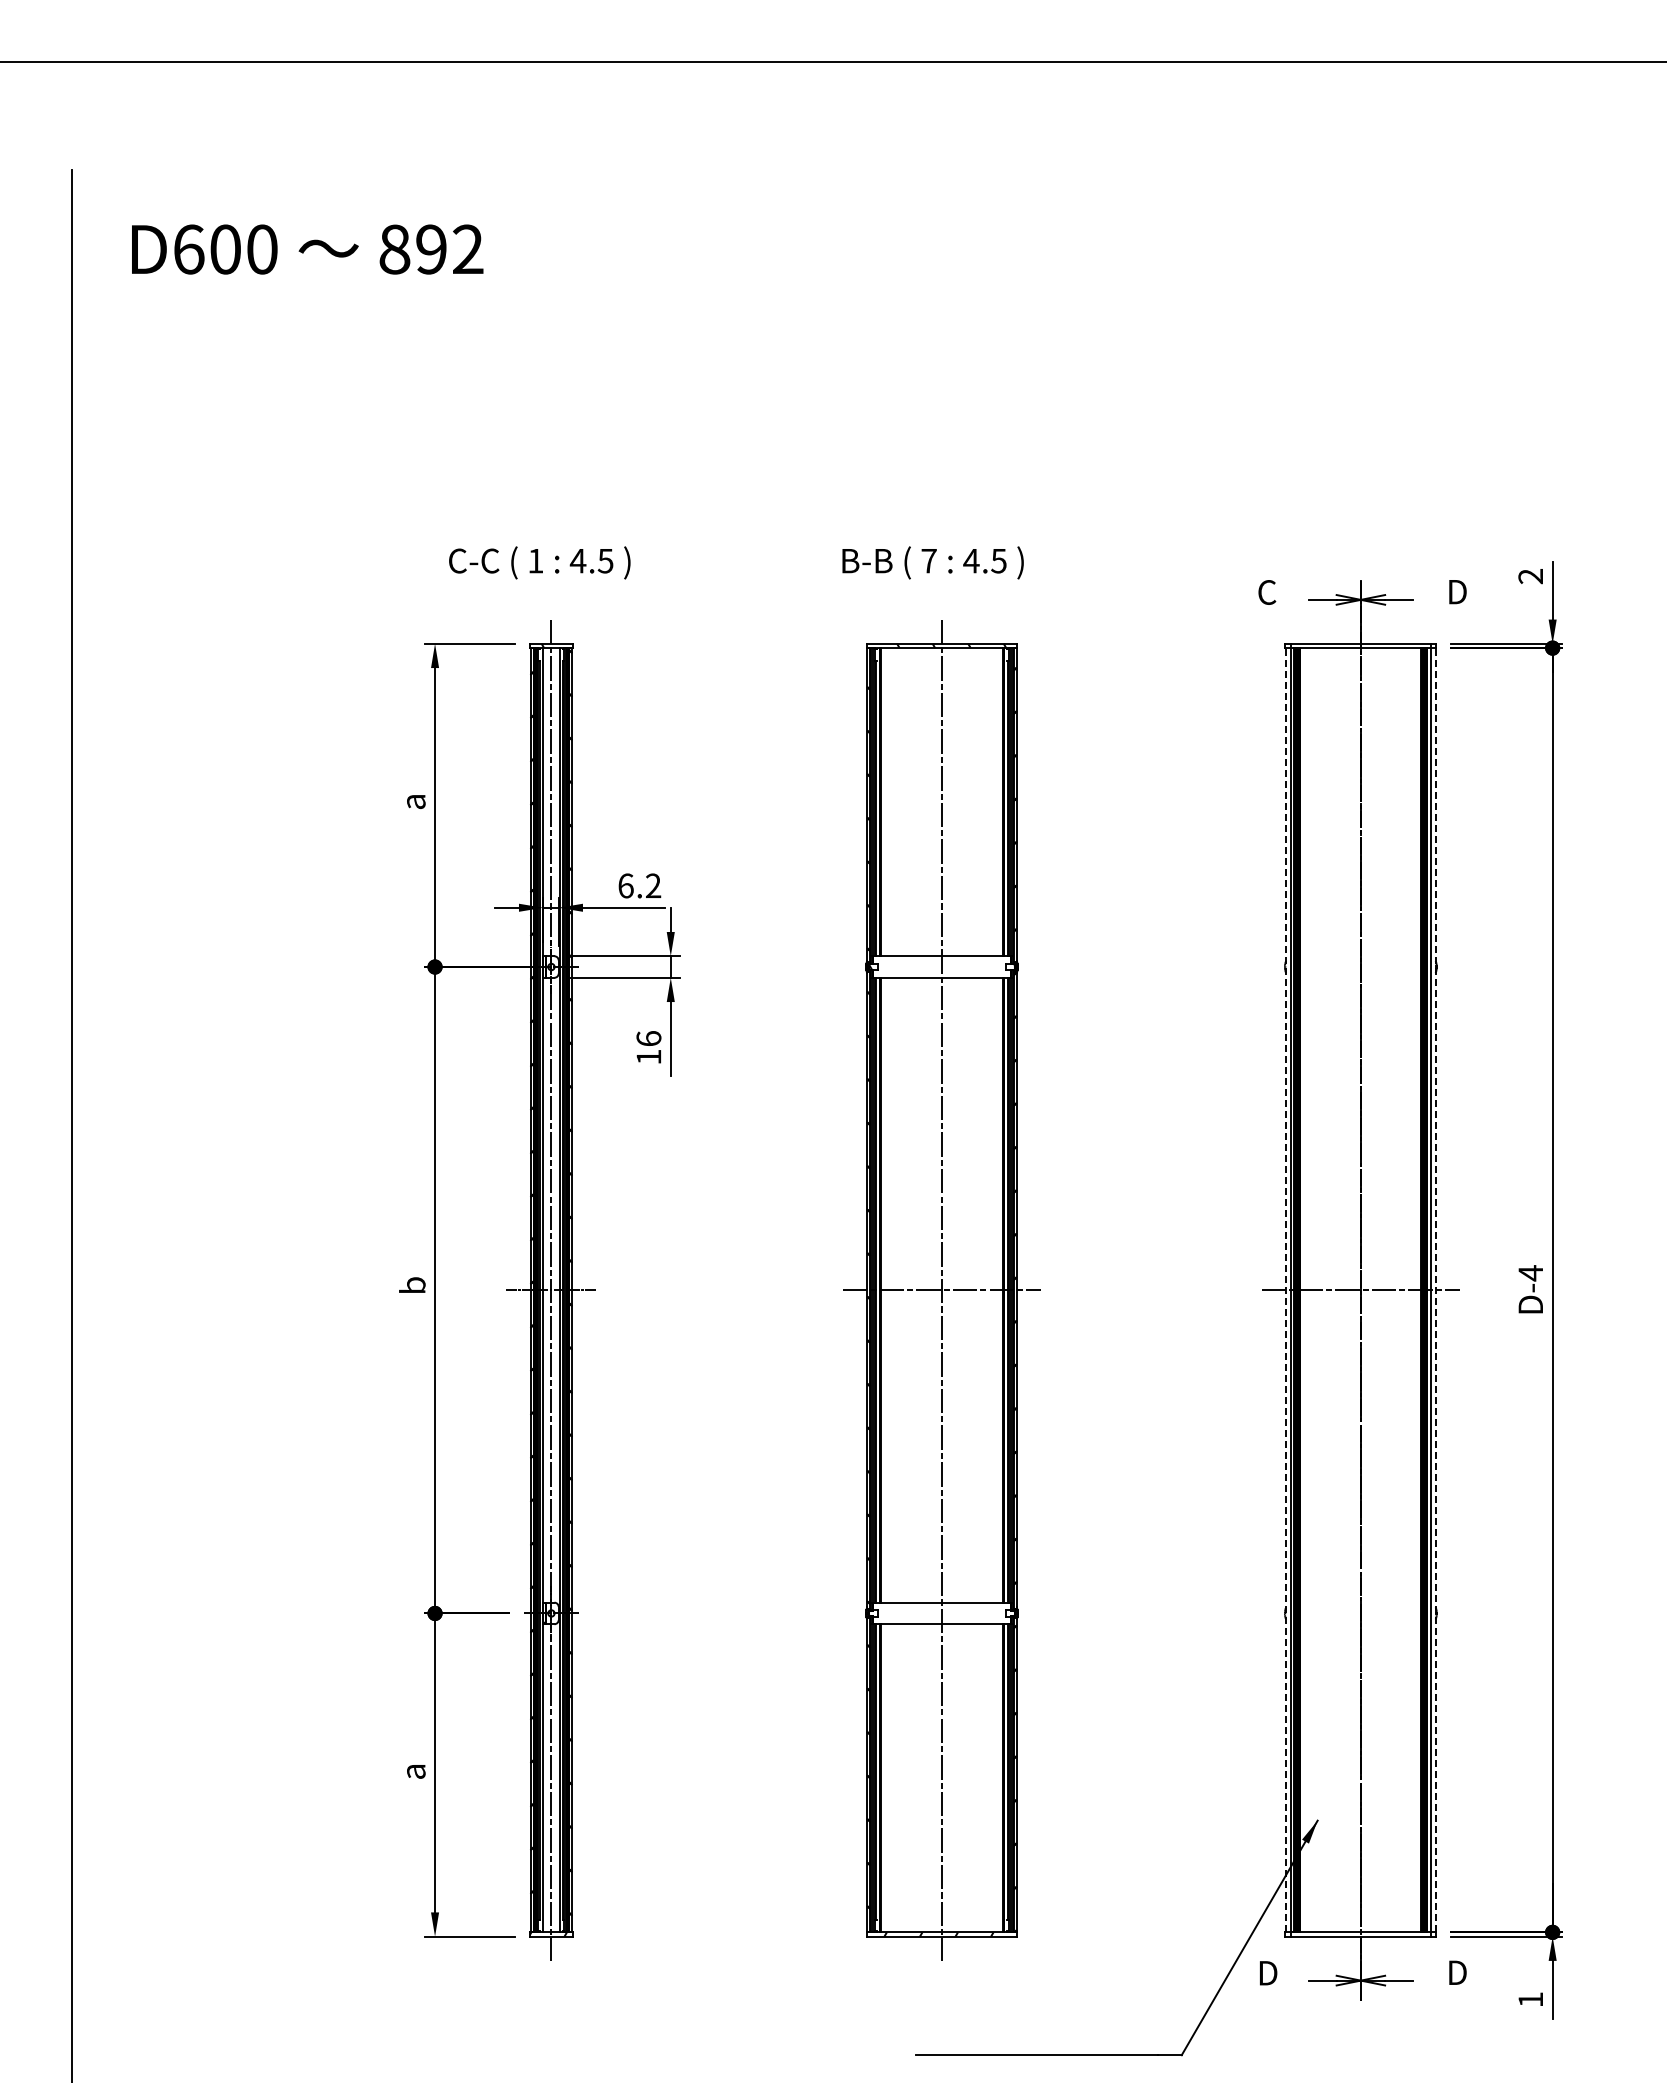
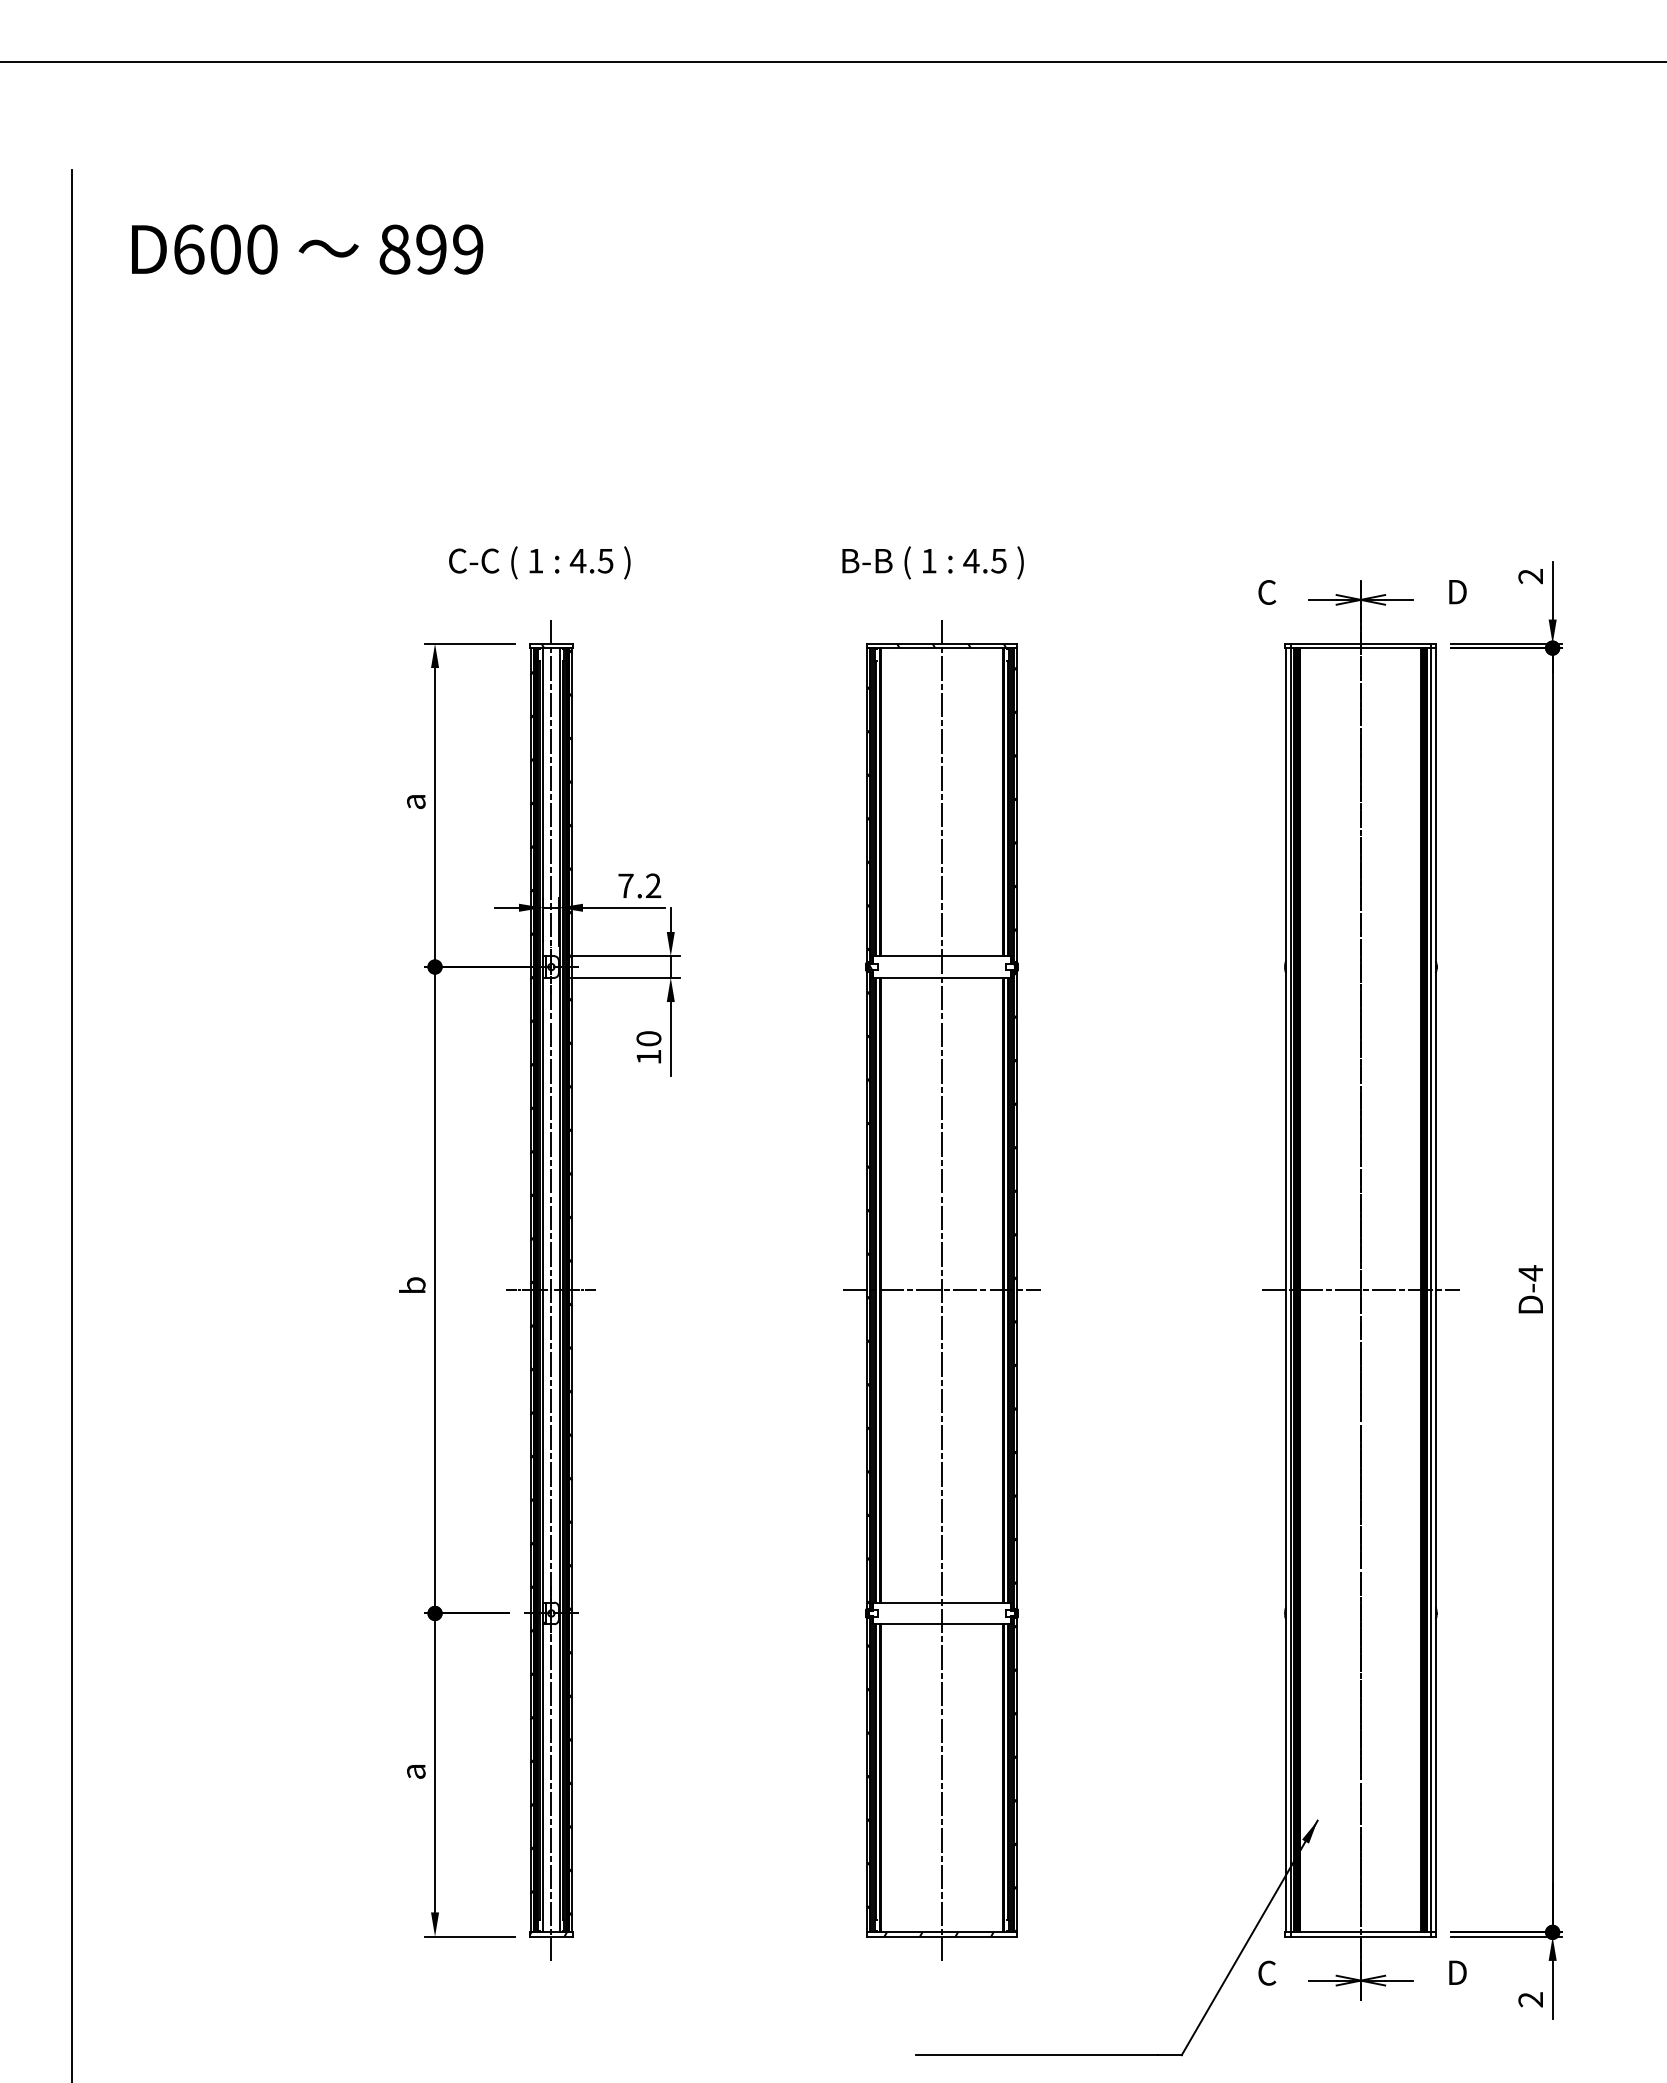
text at (468, 249): 892 -> 899
text at (928, 561): 7 -> 1
text at (625, 885): 6.2 -> 7.2
text at (648, 1038): 16 -> 10
line at (1286, 1289): dashed -> solid
line at (1435, 1289): dashed -> solid
text at (1267, 1972): D -> C
text at (1530, 1999): 1 -> 2
